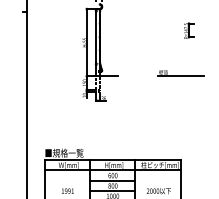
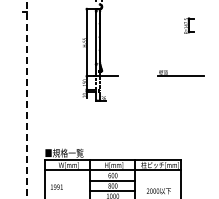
part at (189, 30) position: (189, 30) -> (189, 25)
line at (27, 99): solid -> dashed
text at (67, 190) position: (67, 190) -> (56, 186)
